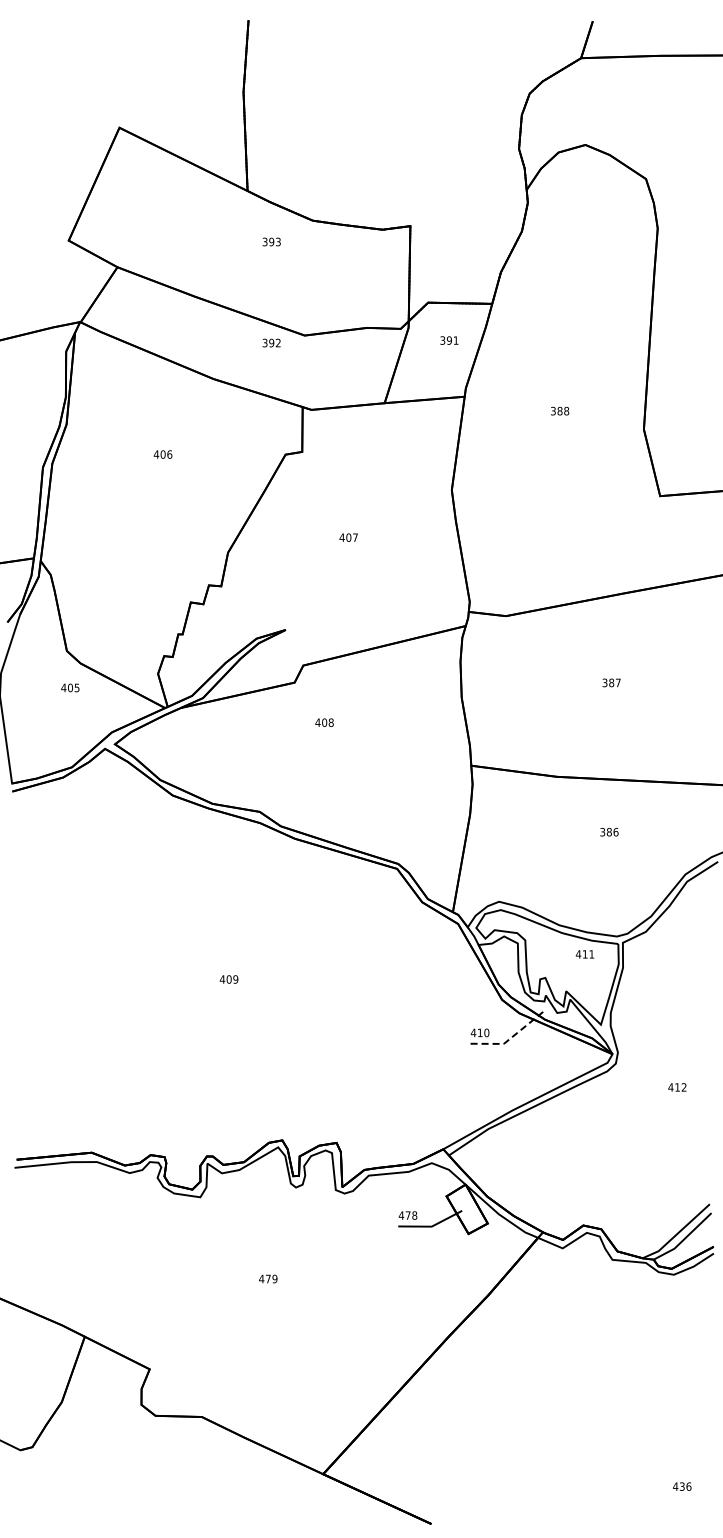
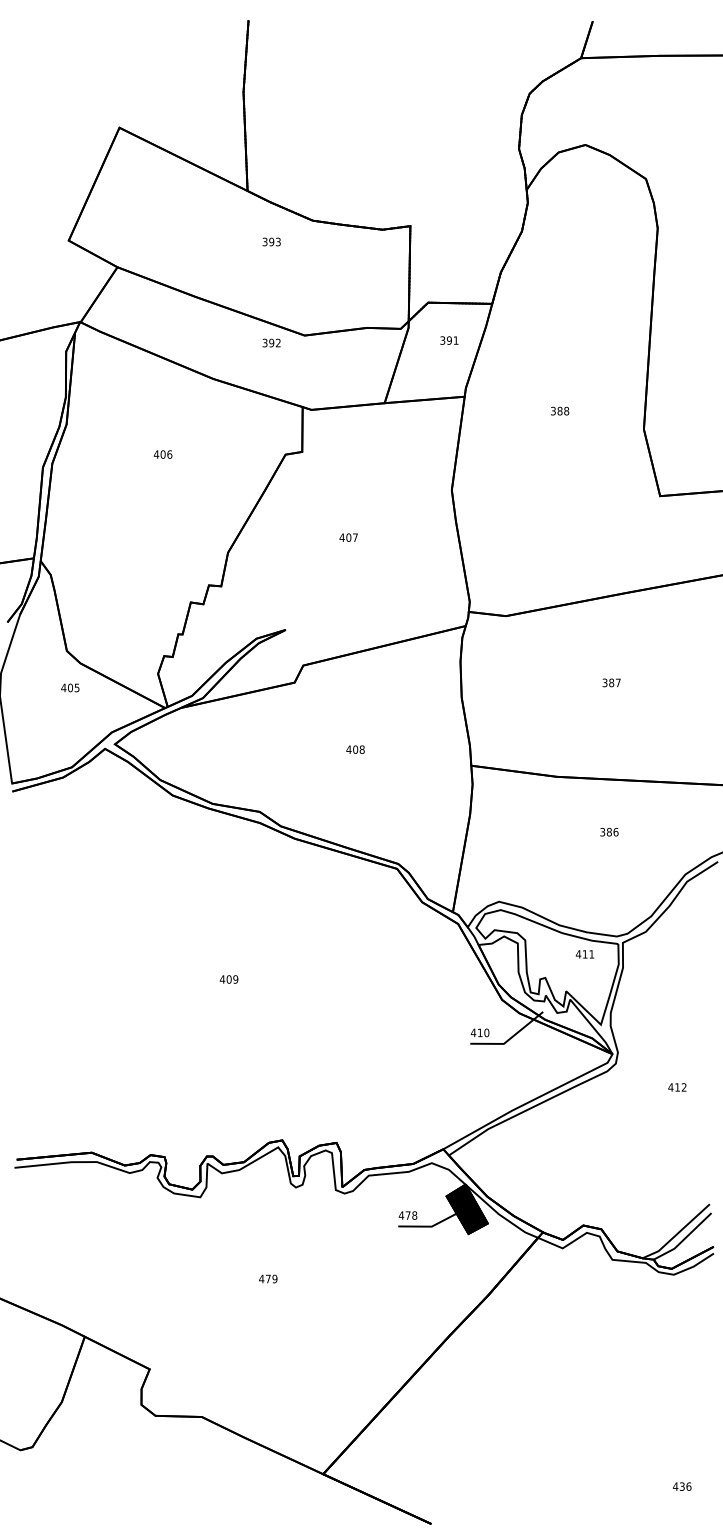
text at (324, 722) position: (324, 722) -> (355, 749)
line at (510, 1038): dashed -> solid
fill at (466, 1208): none -> present
